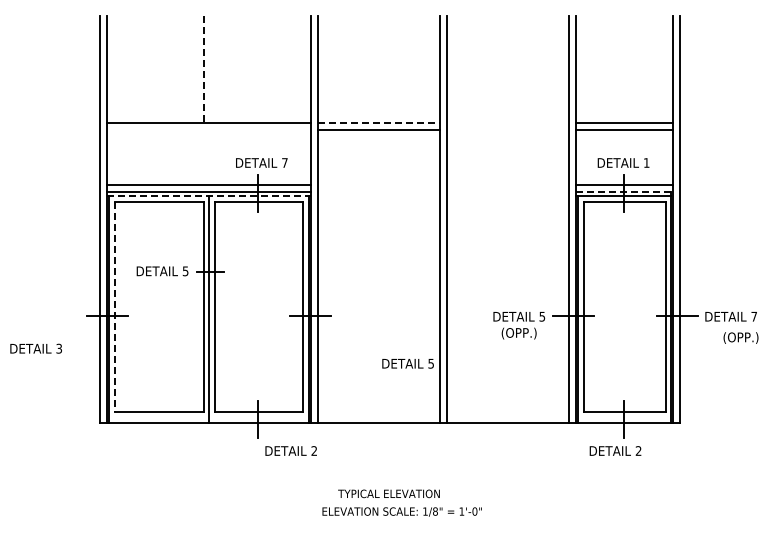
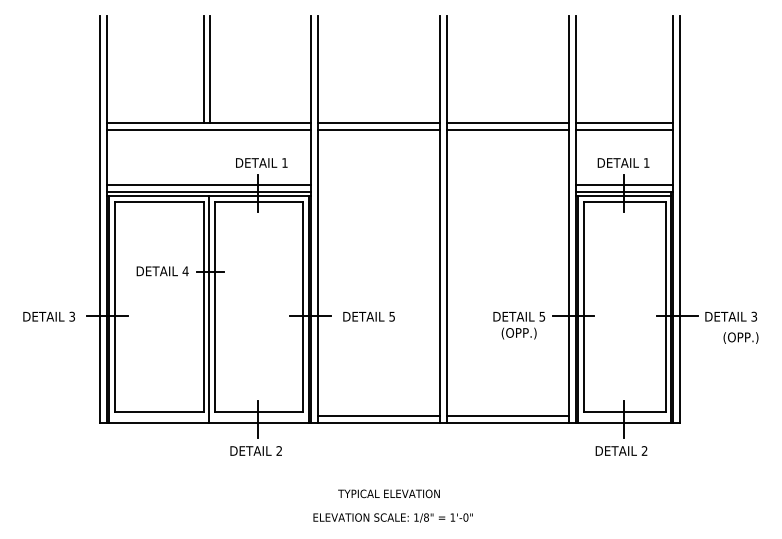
line at (210, 69): none -> present
line at (203, 70): dashed -> solid
line at (379, 122): dashed -> solid
line at (508, 122): none -> present
line at (209, 129): none -> present
line at (508, 129): none -> present
text at (284, 162): 7 -> 1
line at (624, 191): dashed -> solid
line at (209, 196): dashed -> solid
text at (185, 271): 5 -> 4
line at (114, 306): dashed -> solid
text at (754, 316): 7 -> 3
text at (35, 348) position: (35, 348) -> (48, 316)
text at (407, 363) position: (407, 363) -> (368, 316)
line at (379, 415): none -> present
line at (508, 415): none -> present
text at (290, 450) position: (290, 450) -> (255, 450)
text at (615, 450) position: (615, 450) -> (621, 450)
text at (401, 511) position: (401, 511) -> (392, 517)
